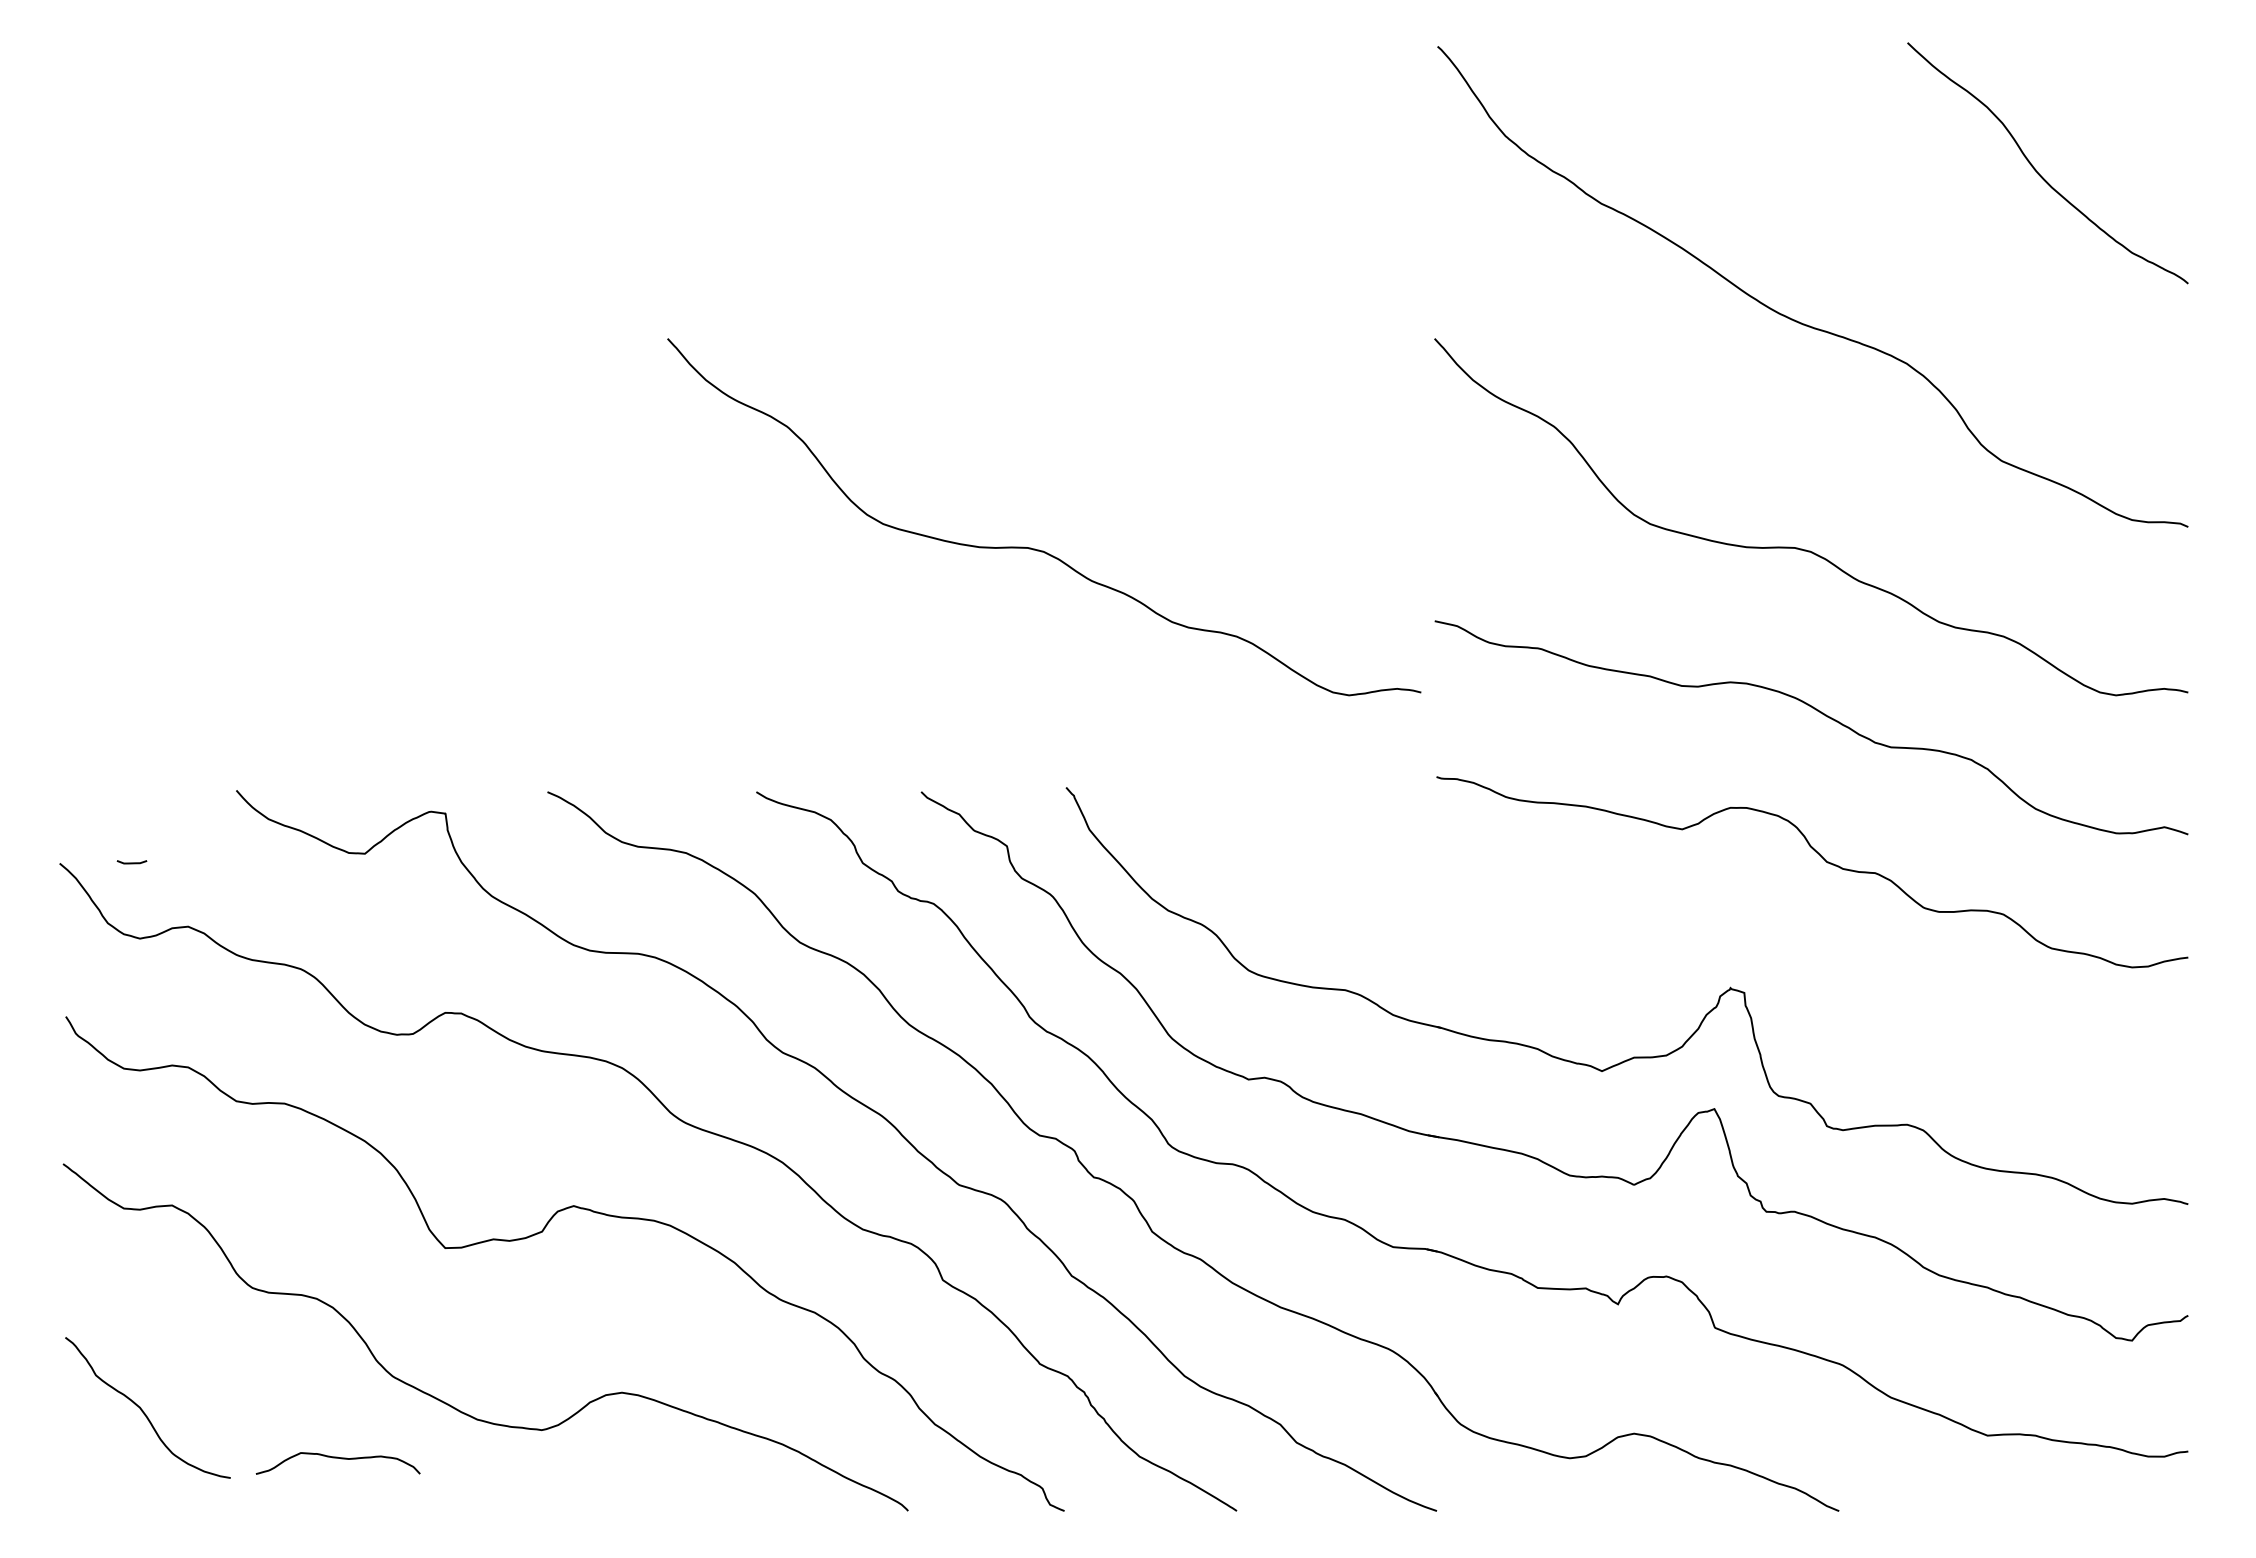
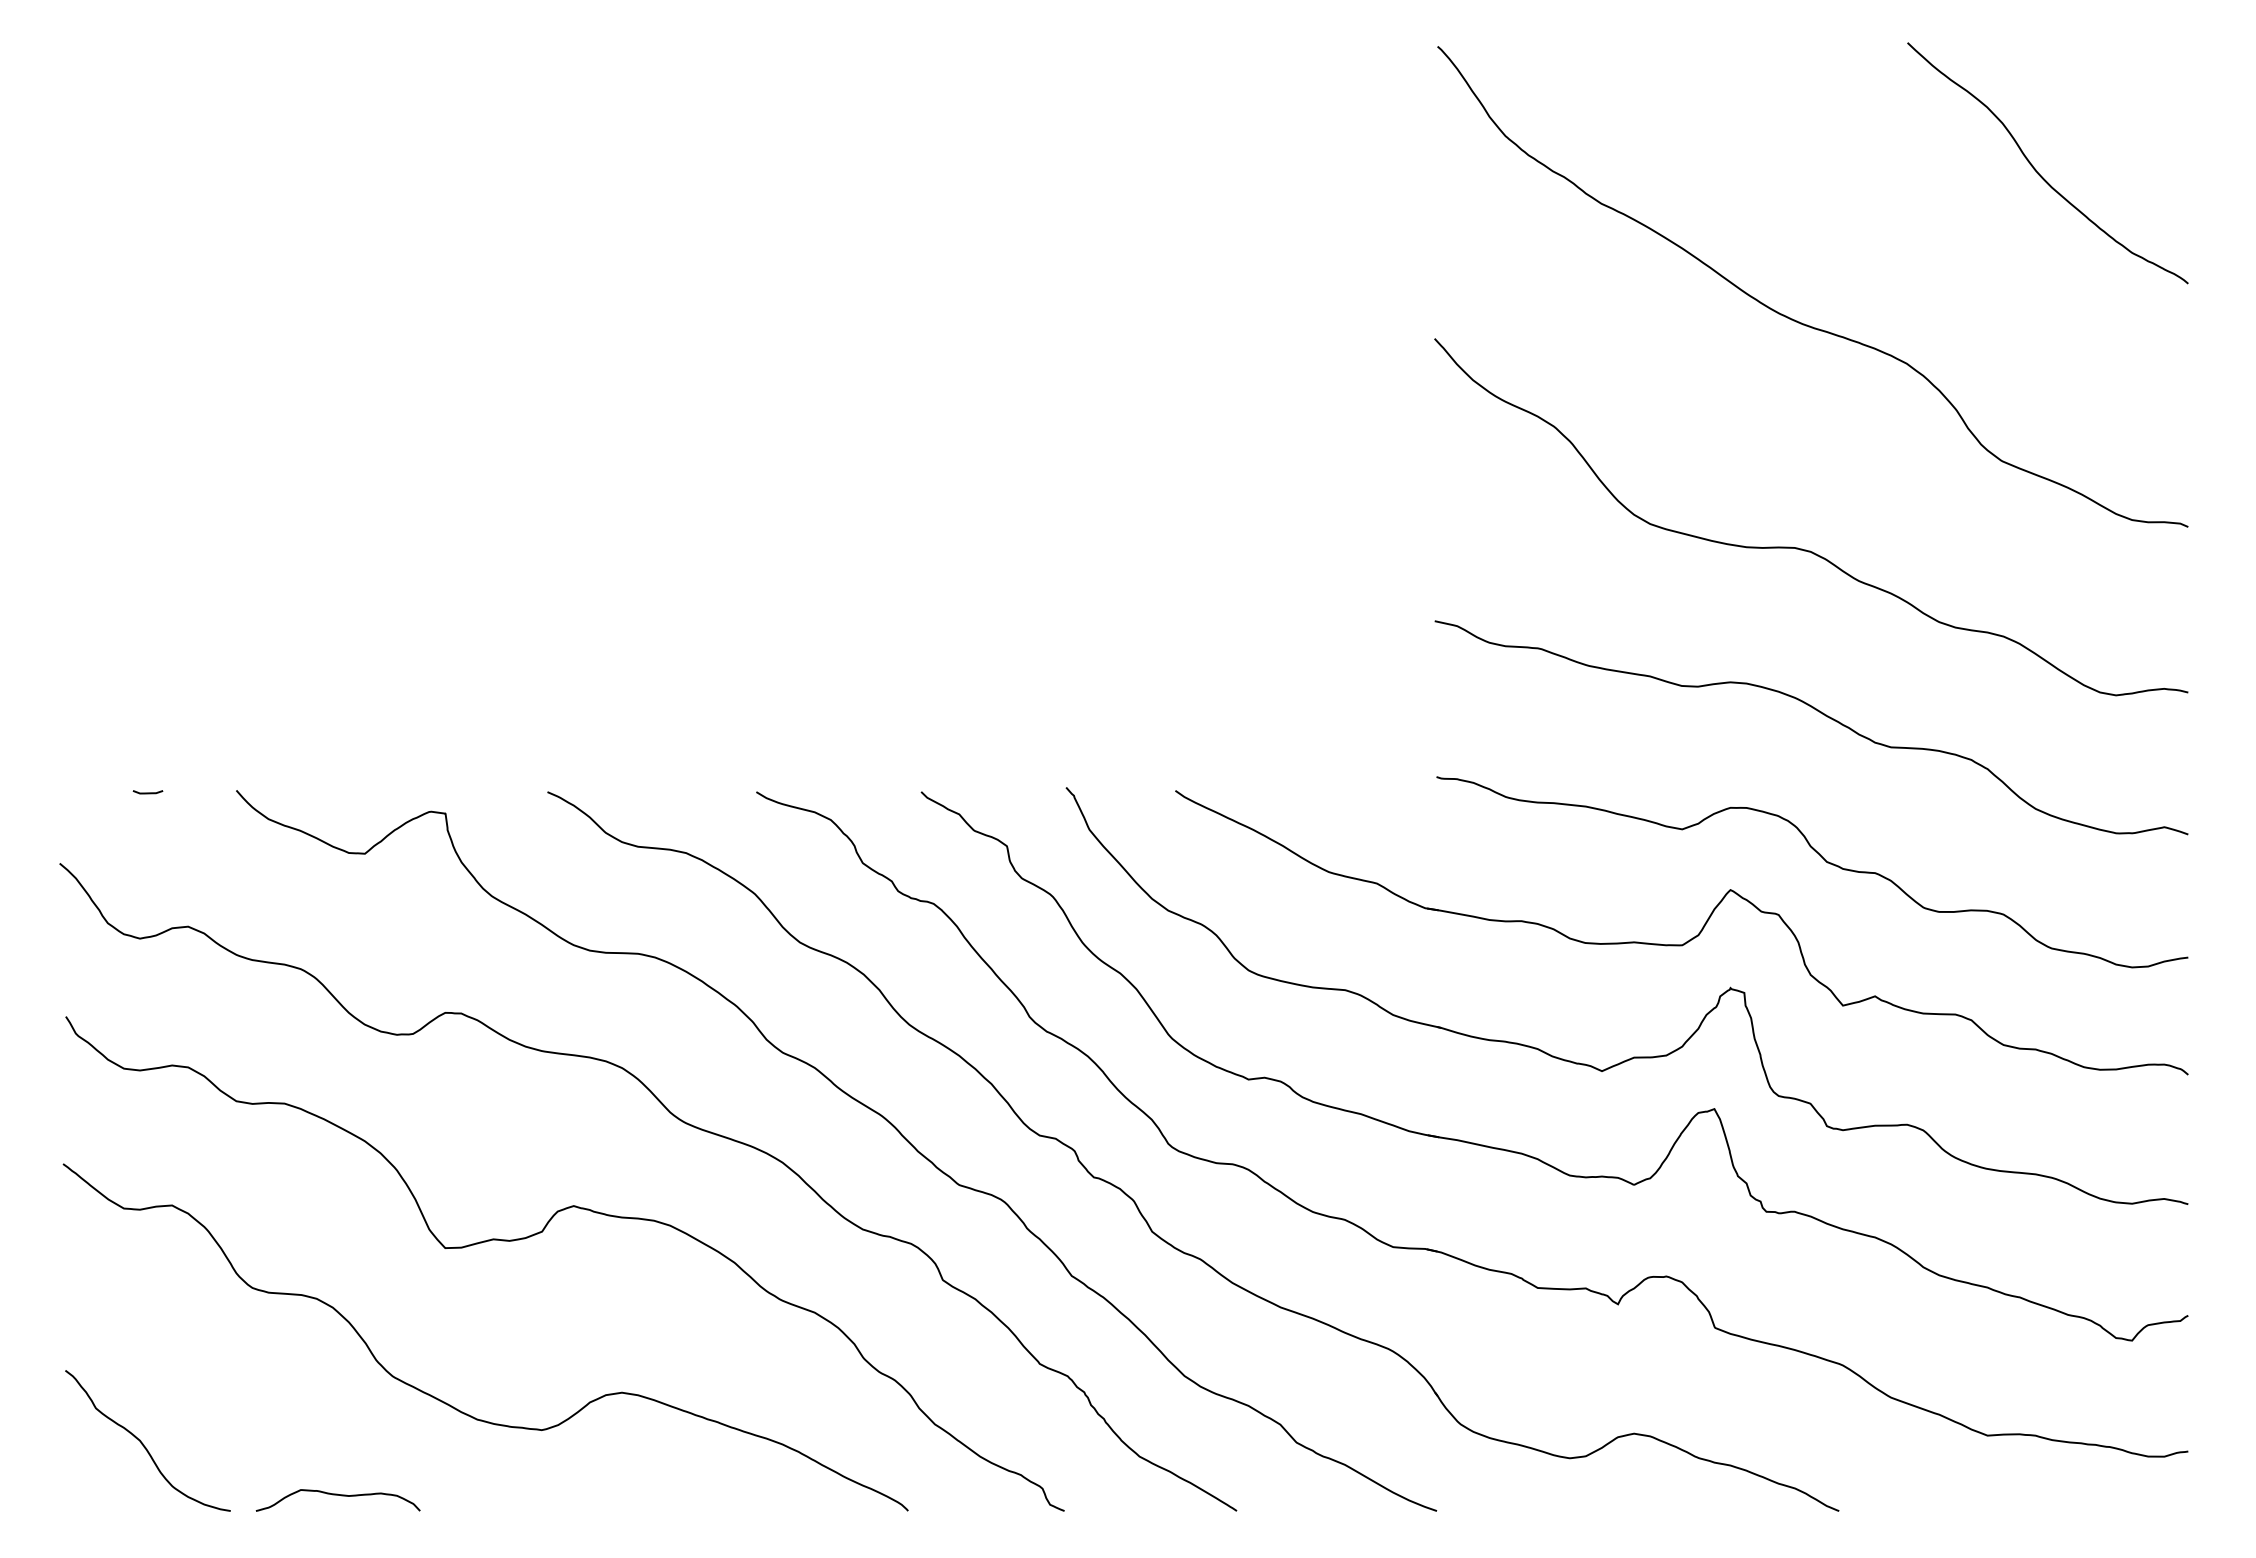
curve at (1035, 548): present -> none
curve at (131, 862) position: (131, 862) -> (147, 792)
part at (1686, 941): none -> present
curve at (143, 1410) position: (143, 1410) -> (143, 1443)
curve at (337, 1458) position: (337, 1458) -> (337, 1495)
